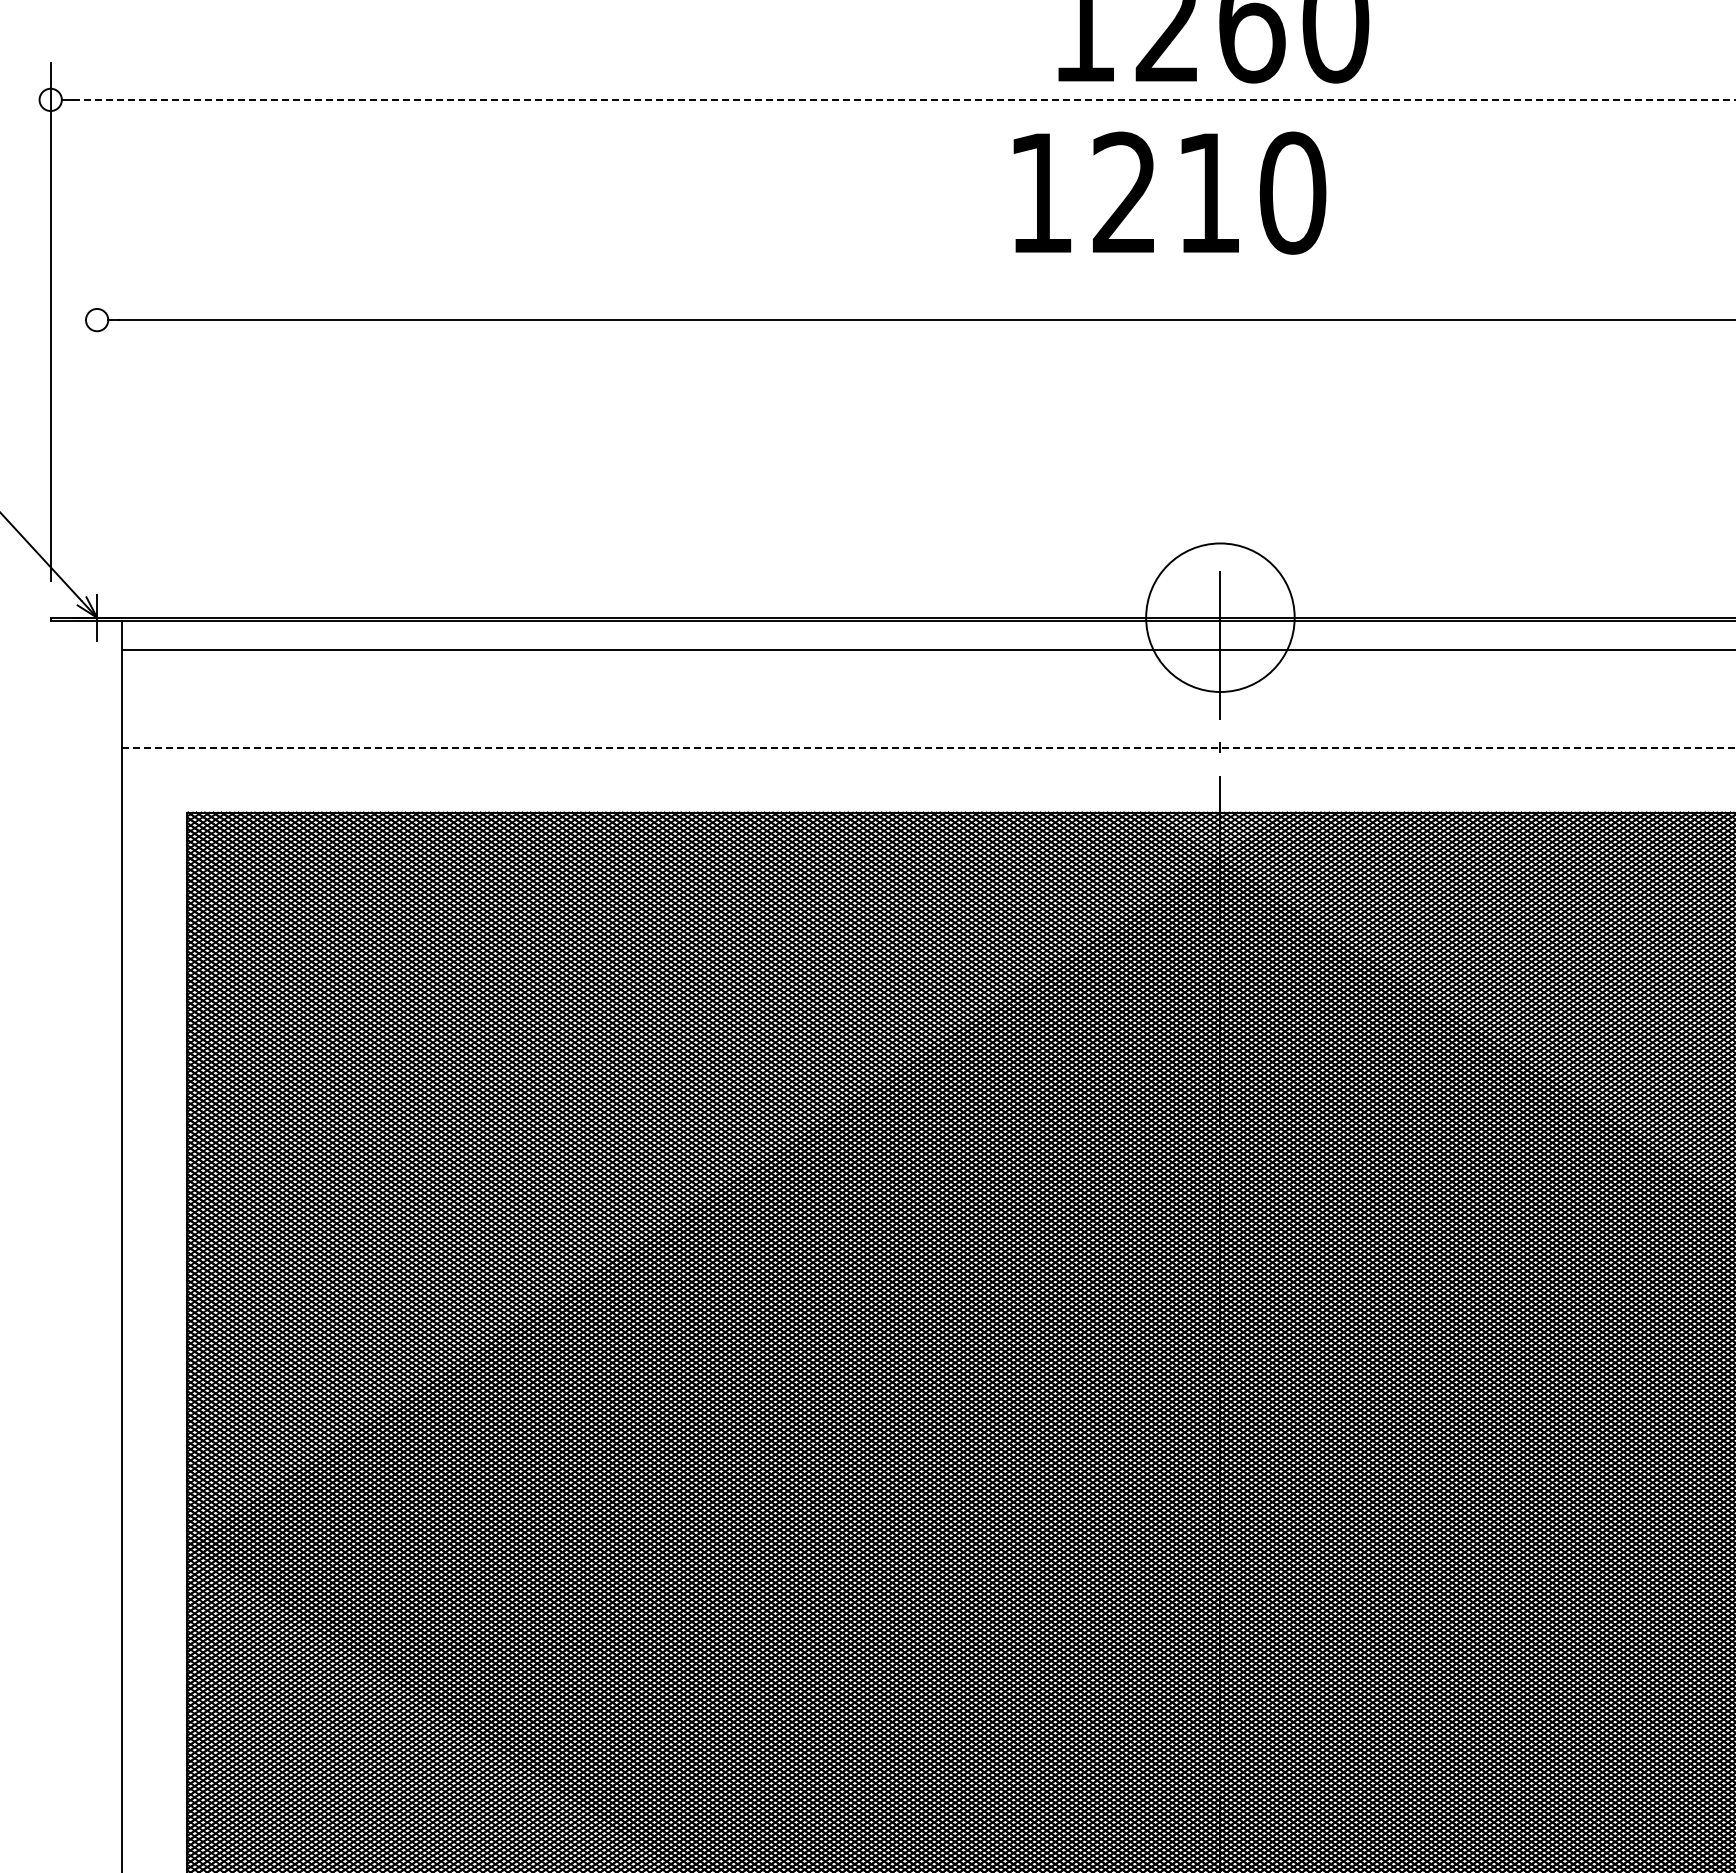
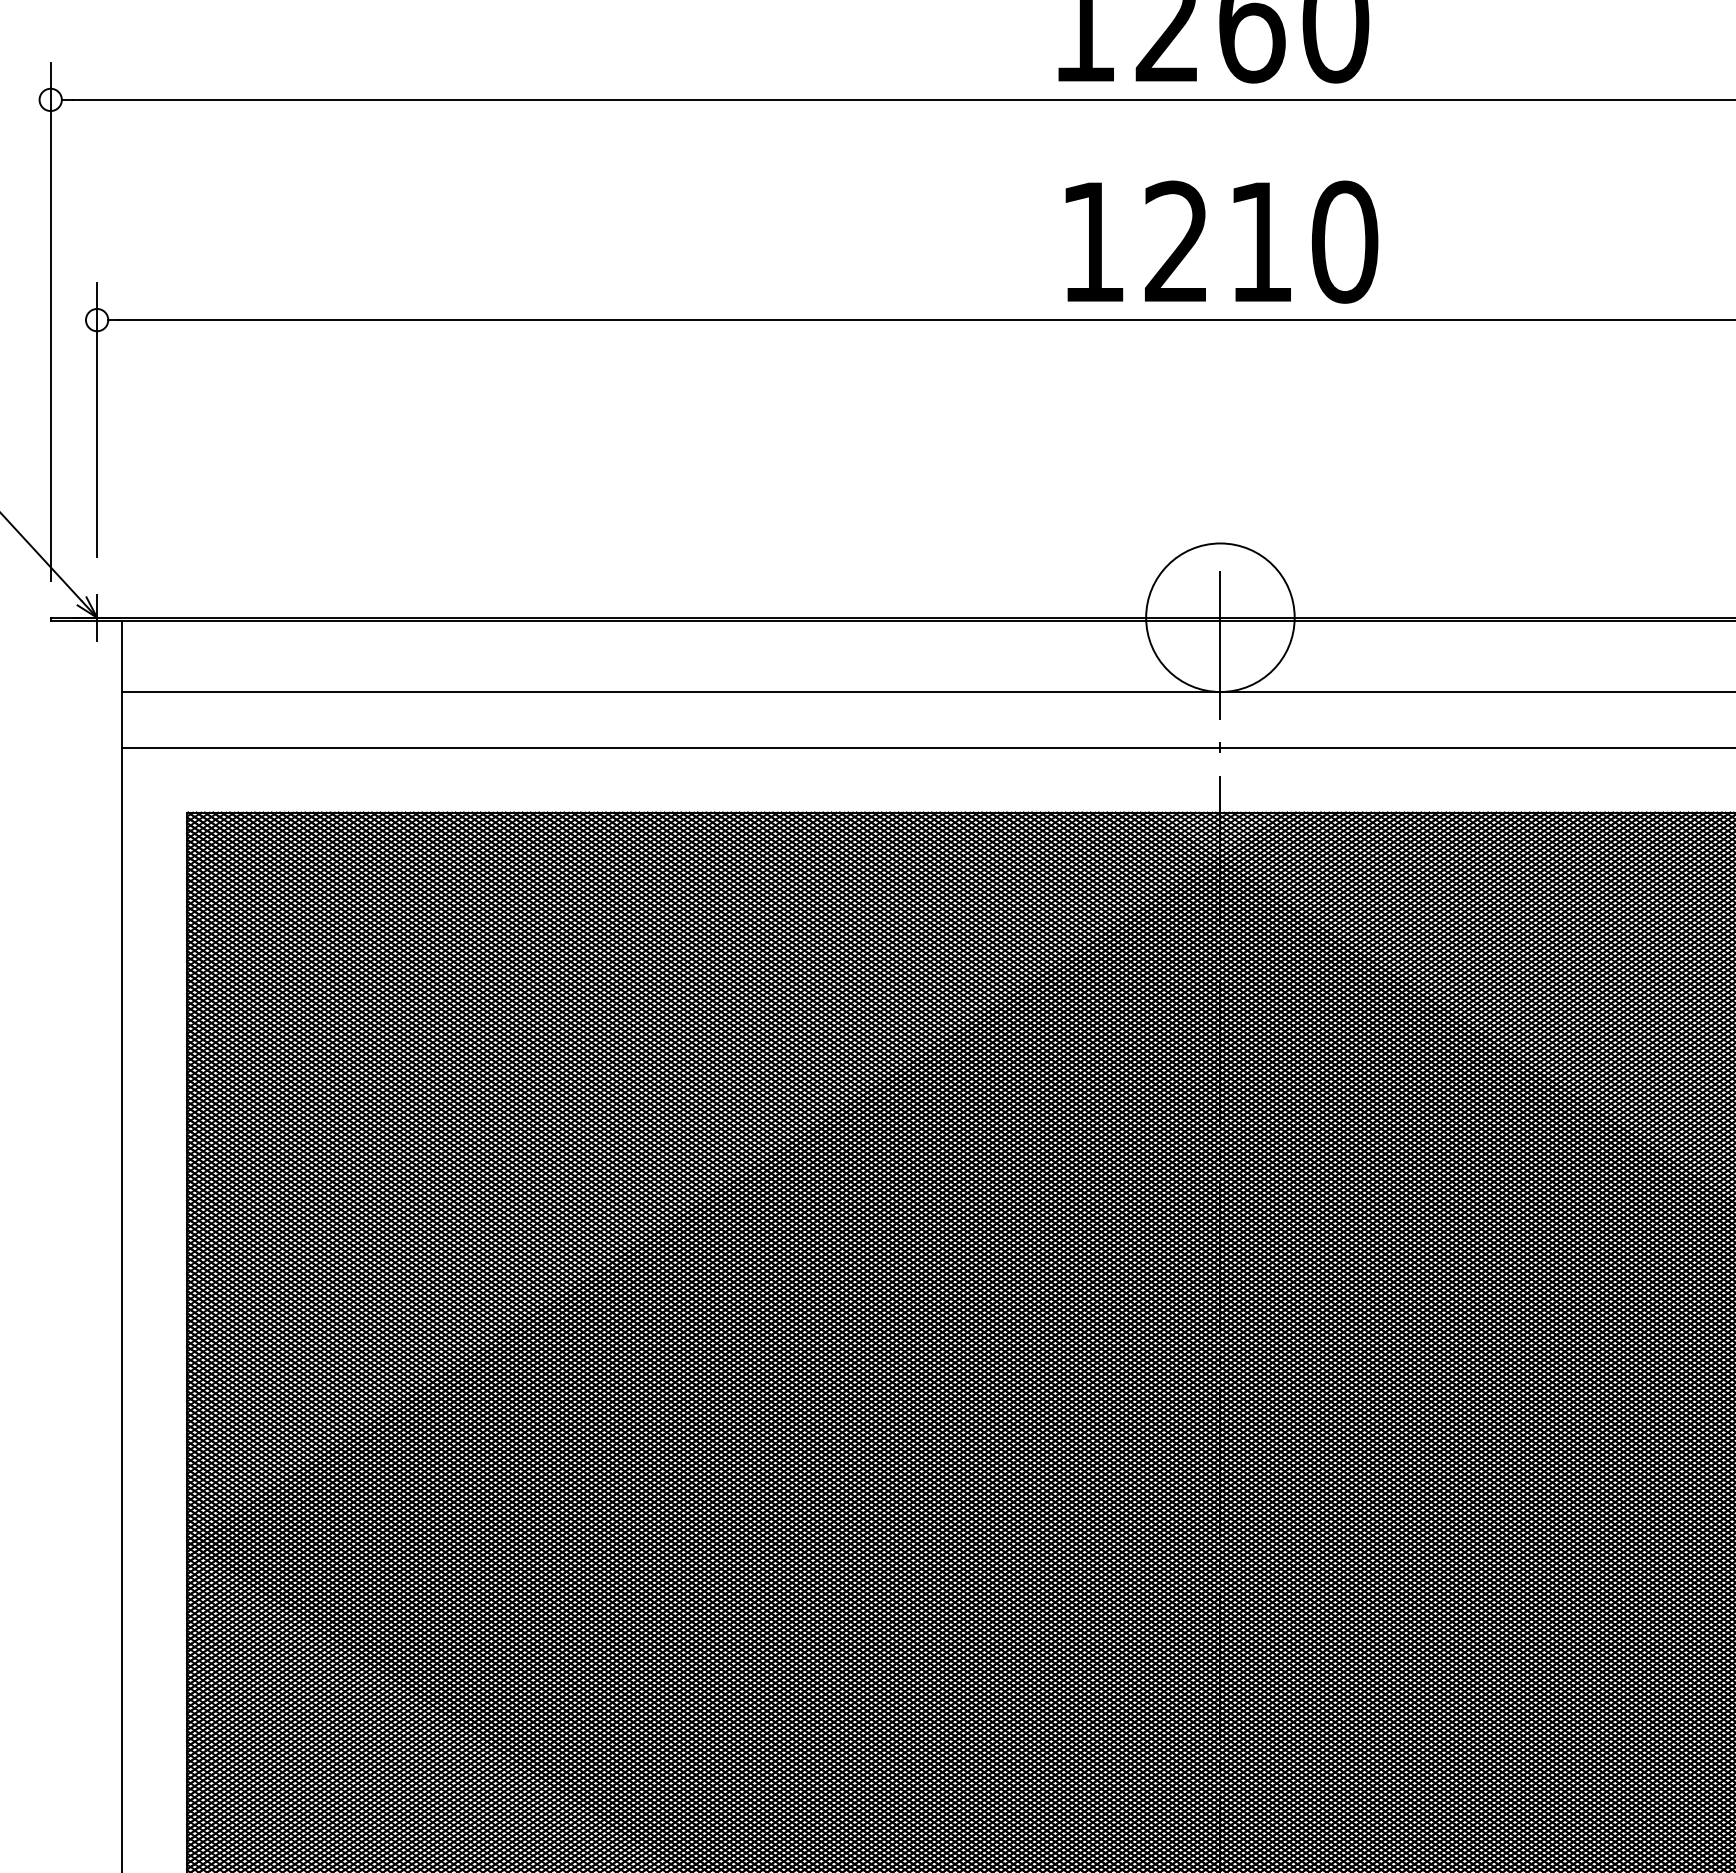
line at (903, 99): dashed -> solid
text at (1169, 192) position: (1169, 192) -> (1221, 241)
line at (97, 419): none -> present
line at (927, 650) position: (927, 650) -> (927, 692)
line at (929, 747): dashed -> solid
